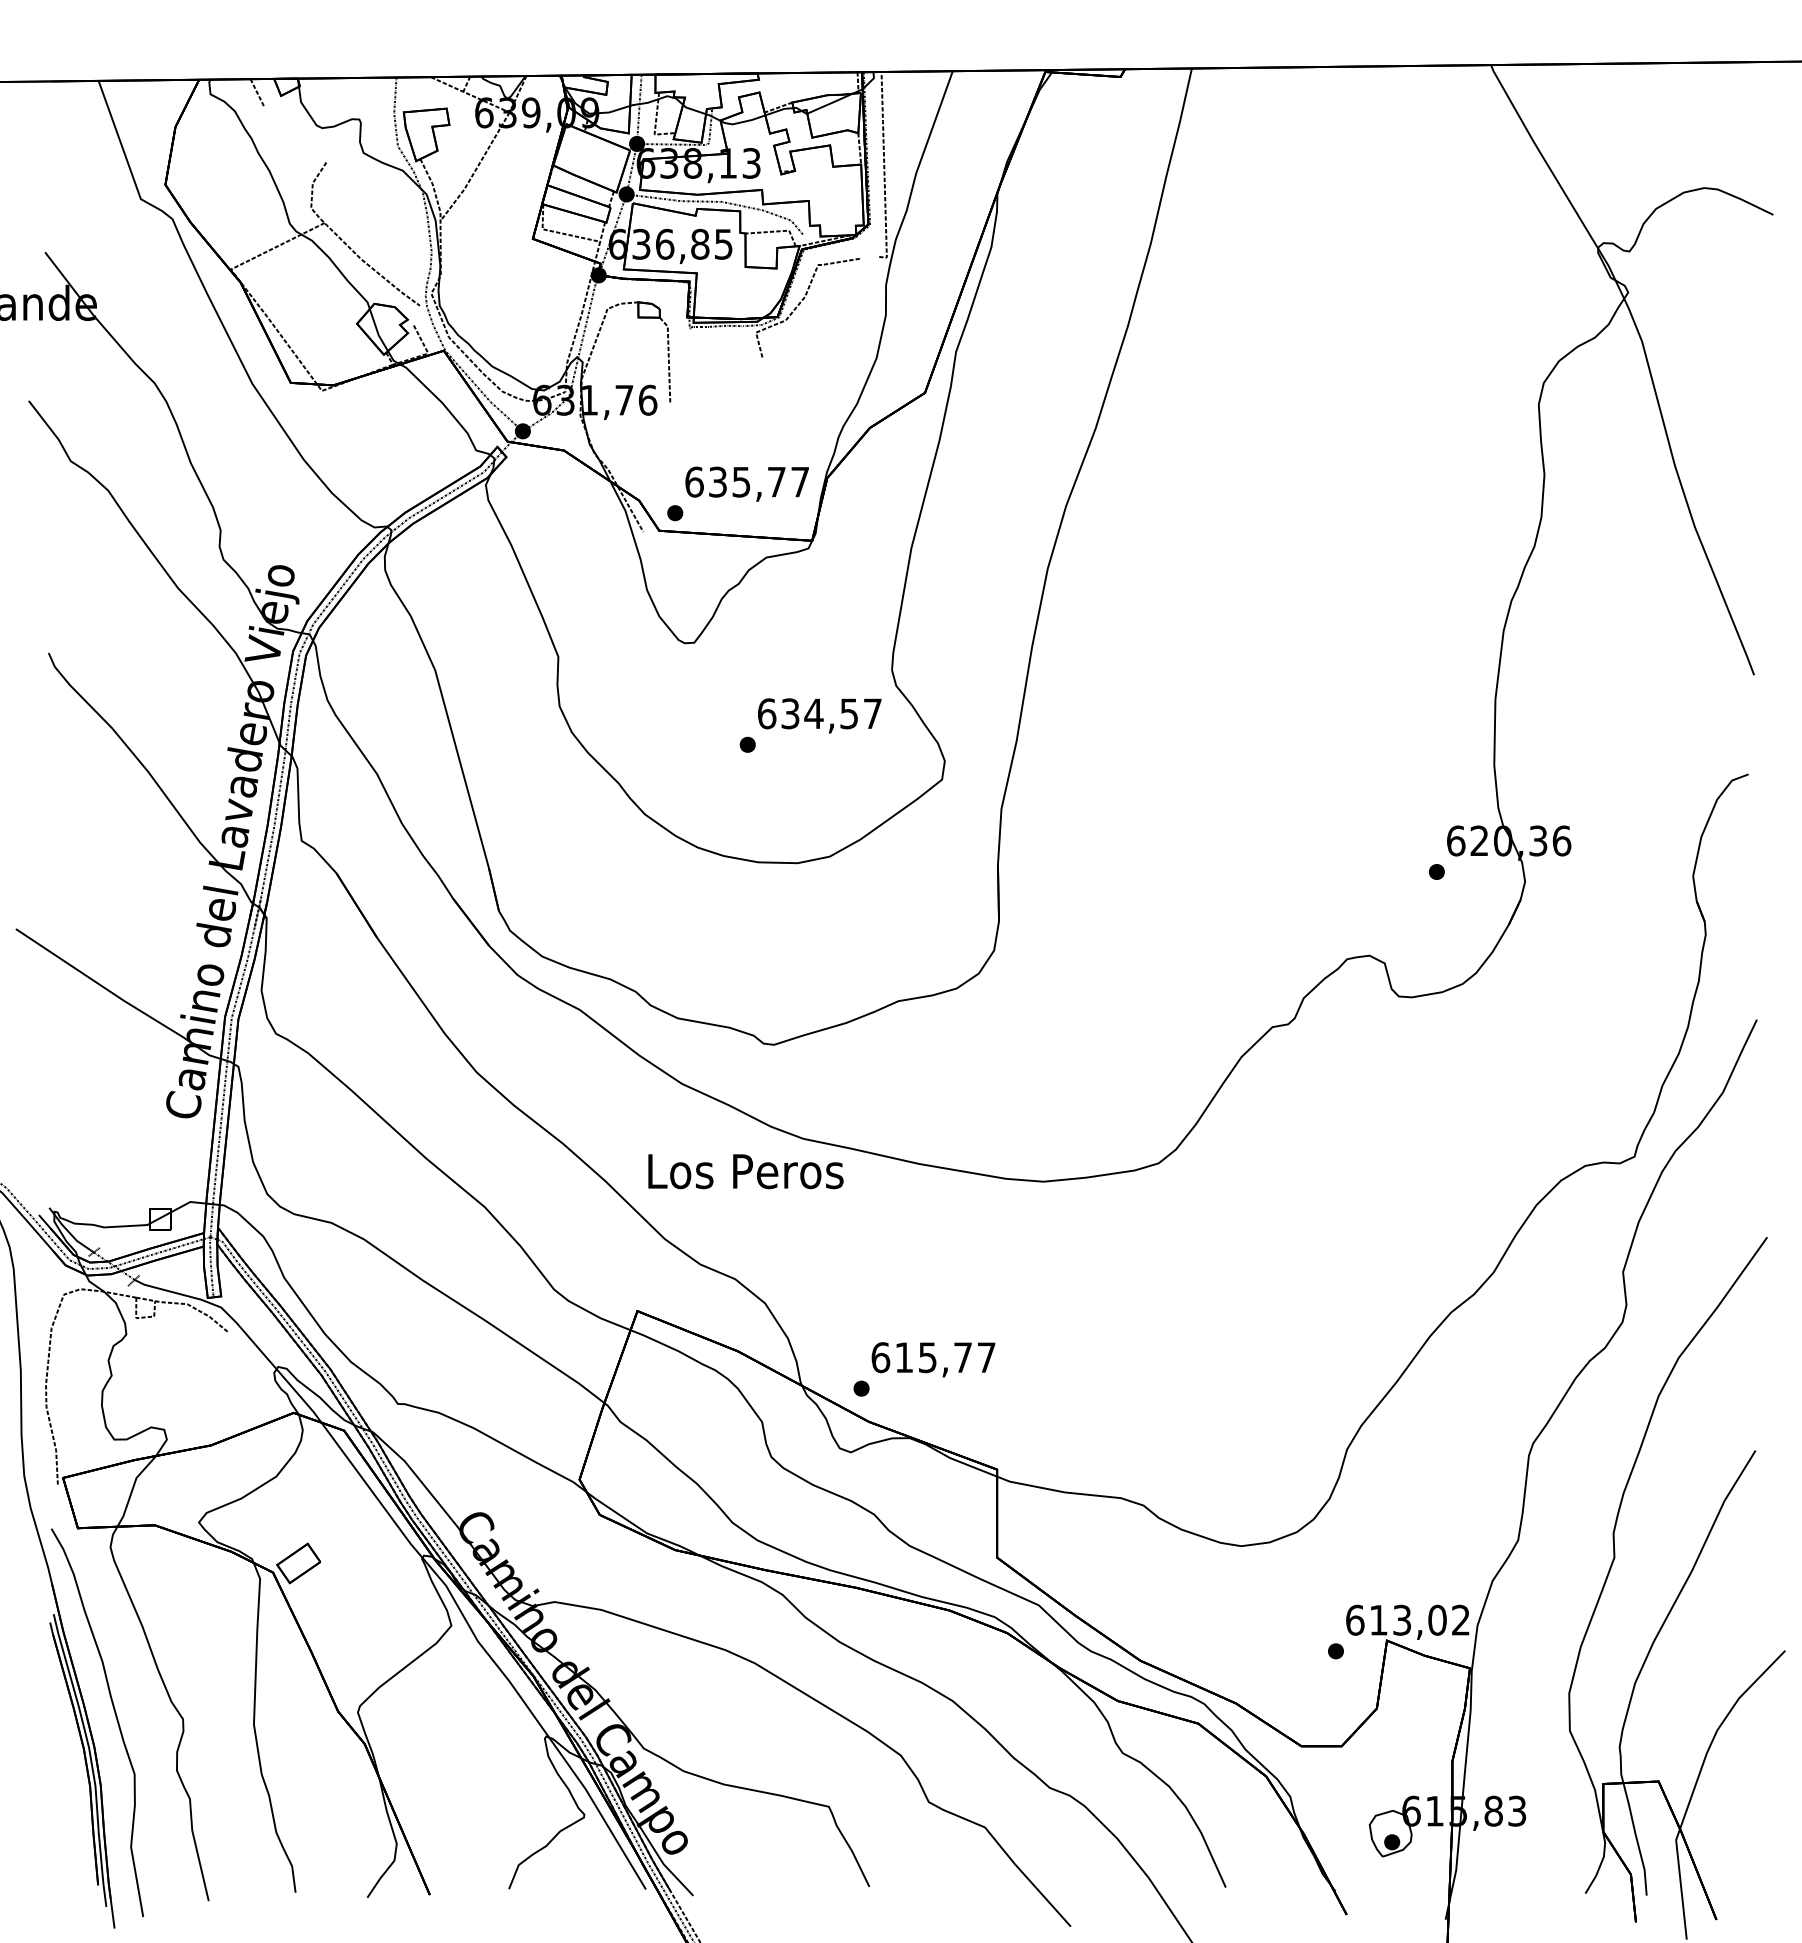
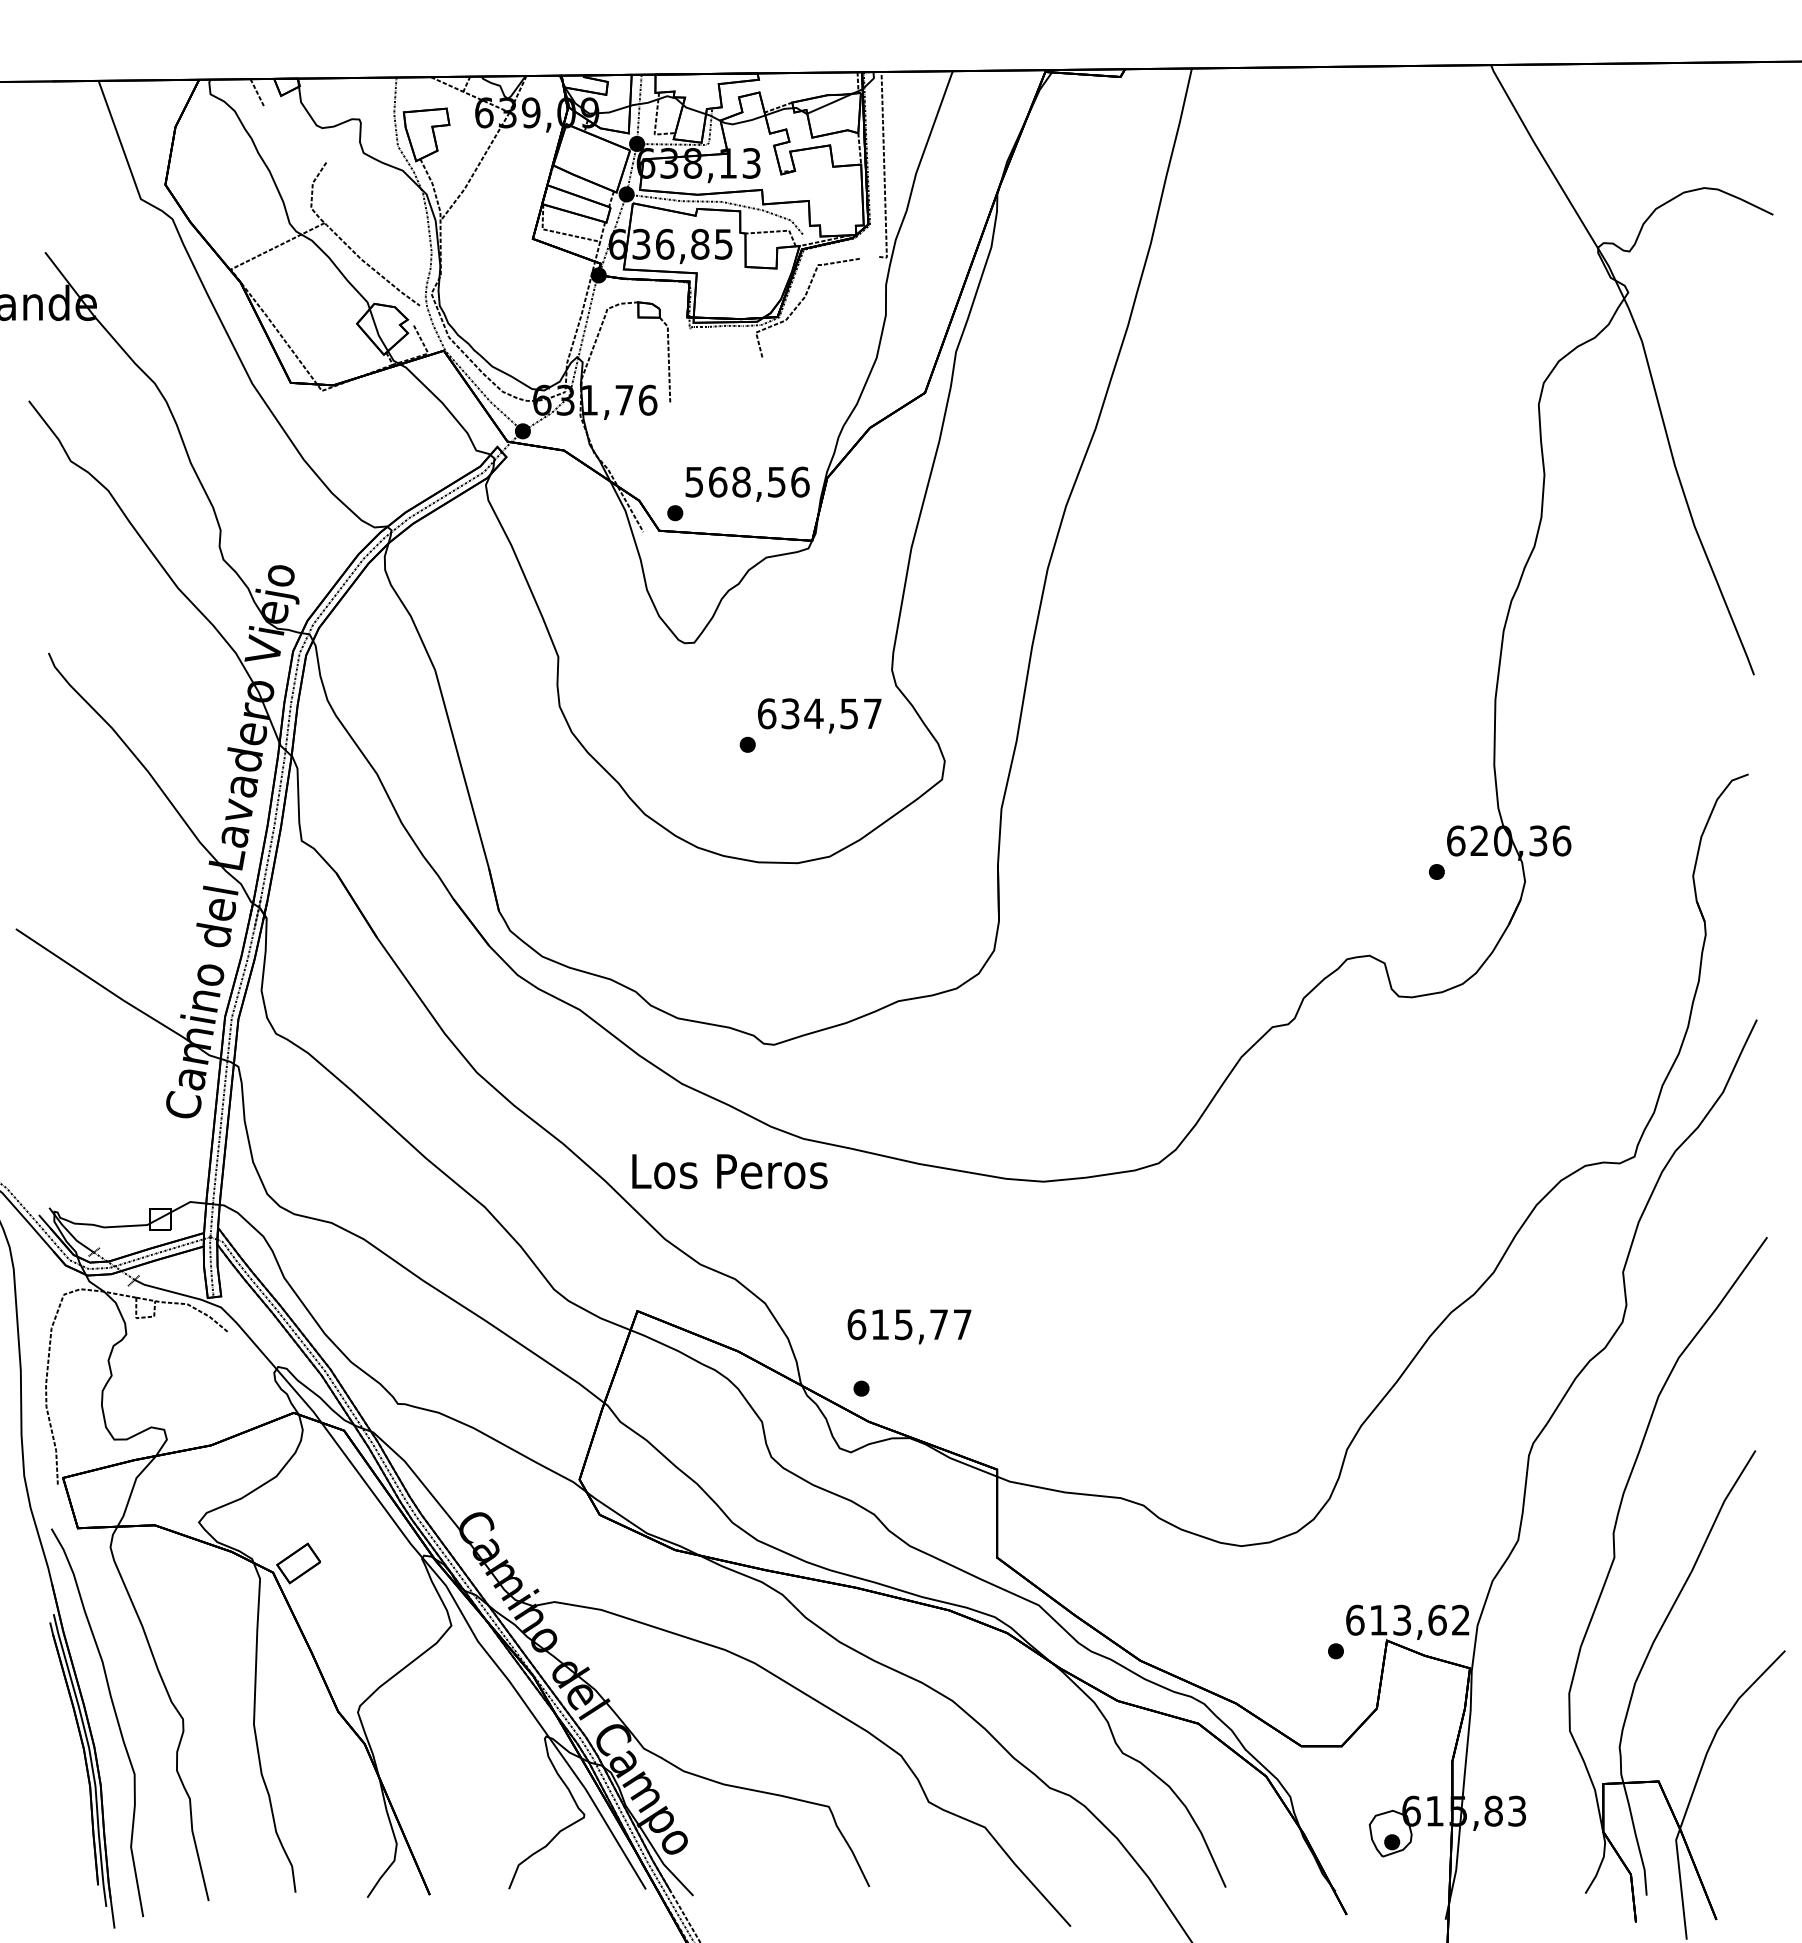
text at (747, 481): 635,77 -> 568,56
text at (745, 1171) position: (745, 1171) -> (729, 1171)
text at (933, 1359) position: (933, 1359) -> (909, 1326)
text at (1437, 1619): 613,02 -> 613,62
